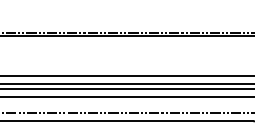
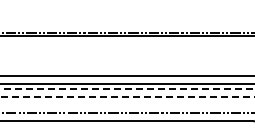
line at (127, 89): solid -> dashed
line at (127, 97): solid -> dashed
